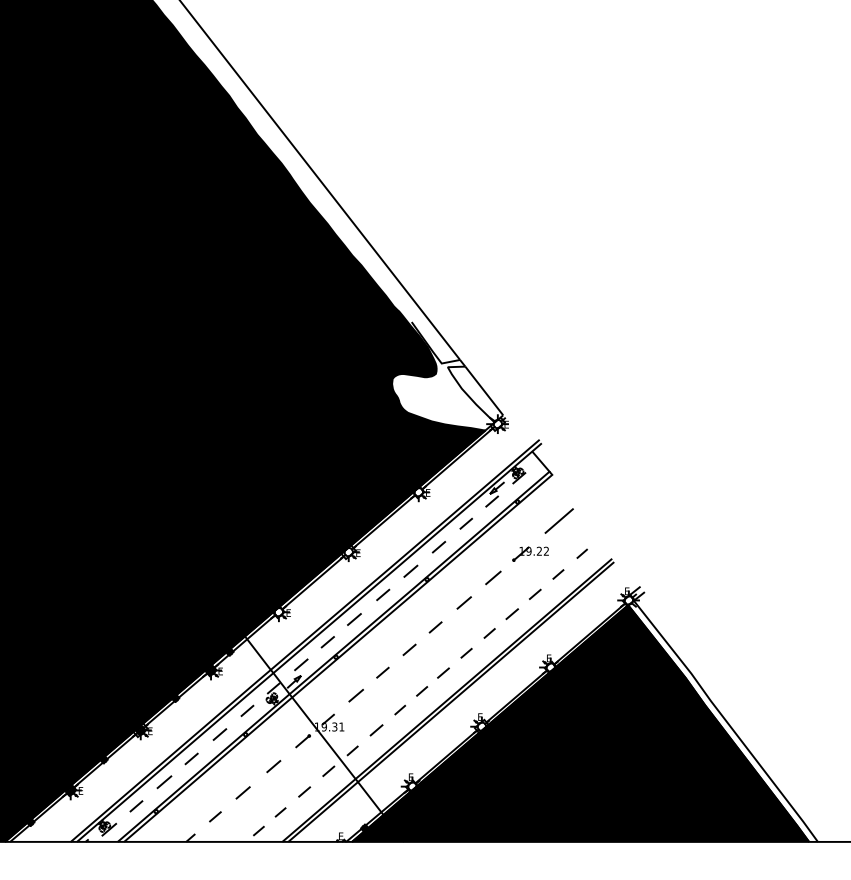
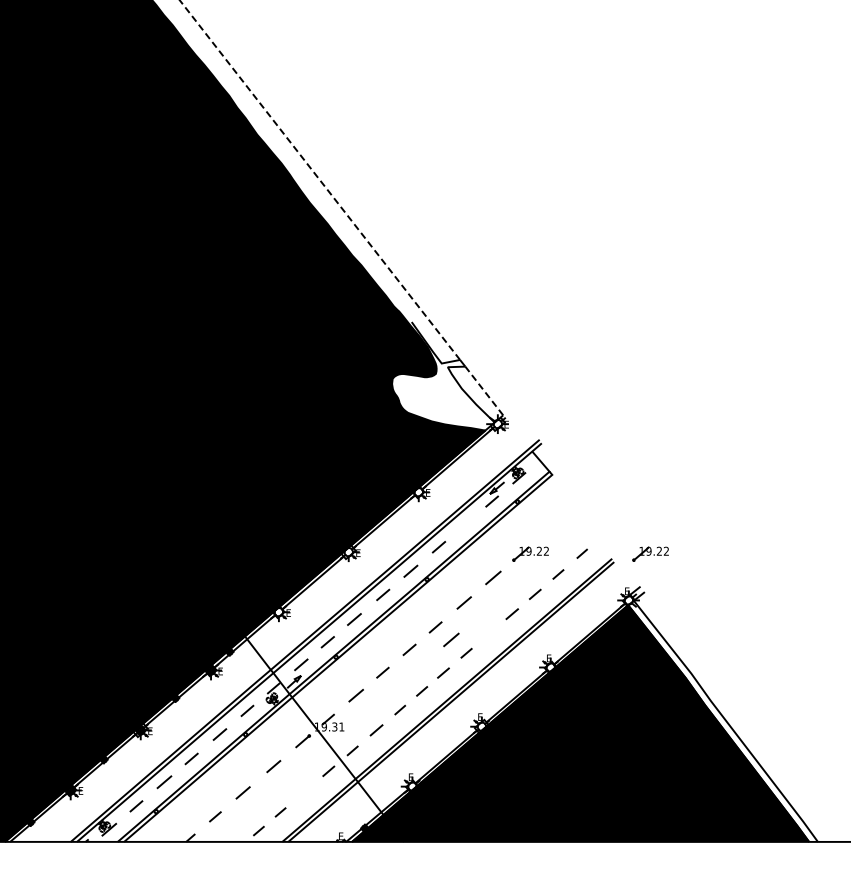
line at (319, 180): solid -> dashed
line at (484, 390): solid -> dashed
line at (558, 520): present -> none
line at (465, 523): present -> none
part at (650, 553): none -> present
line at (489, 633): present -> none
line at (451, 639): none -> present
line at (304, 791): present -> none
